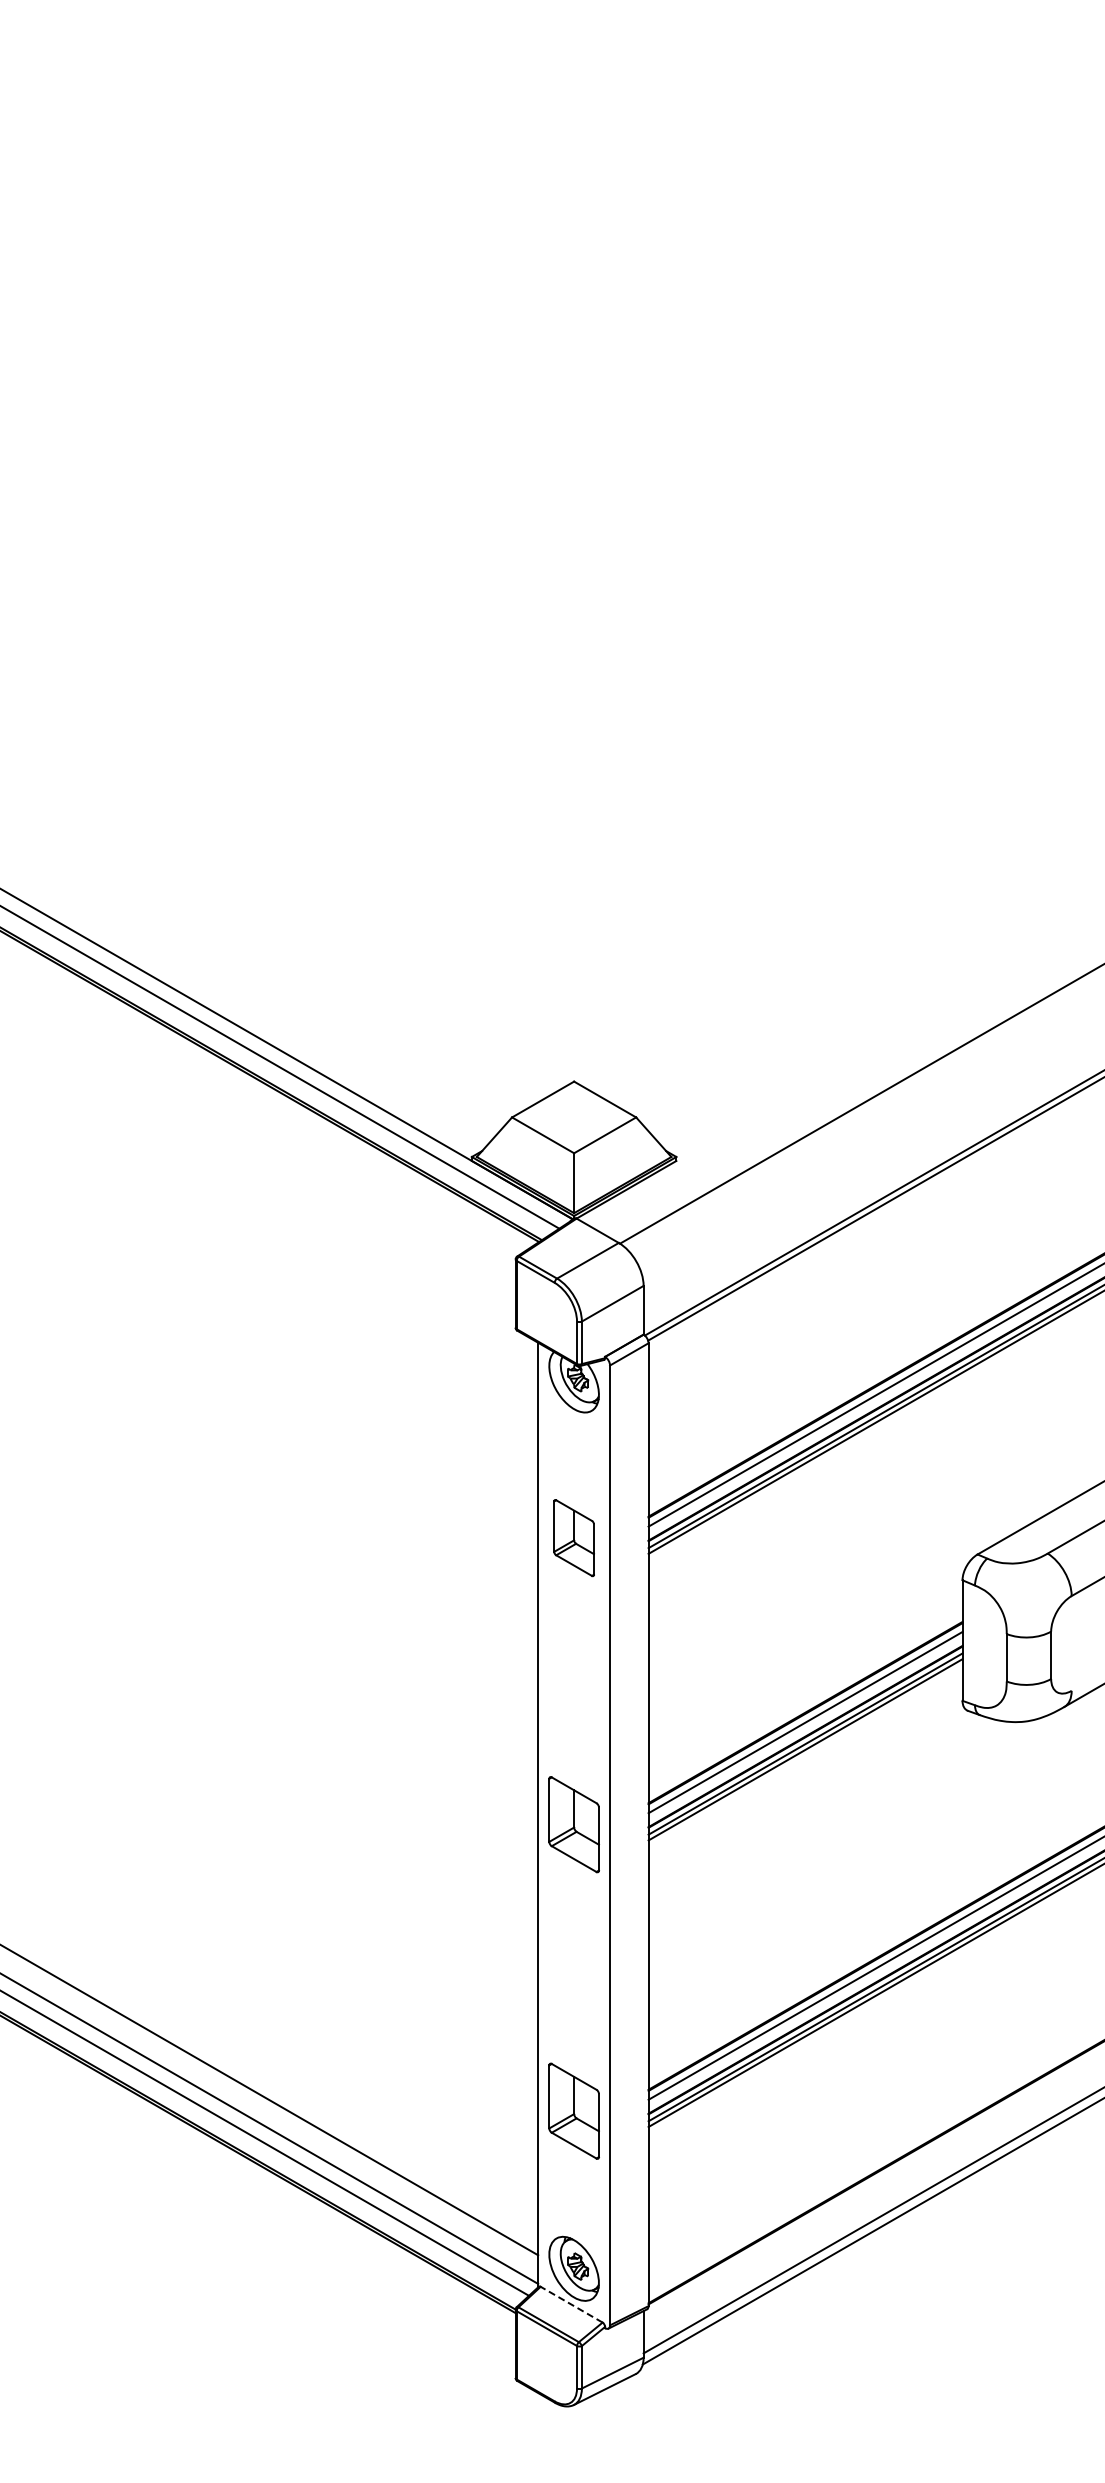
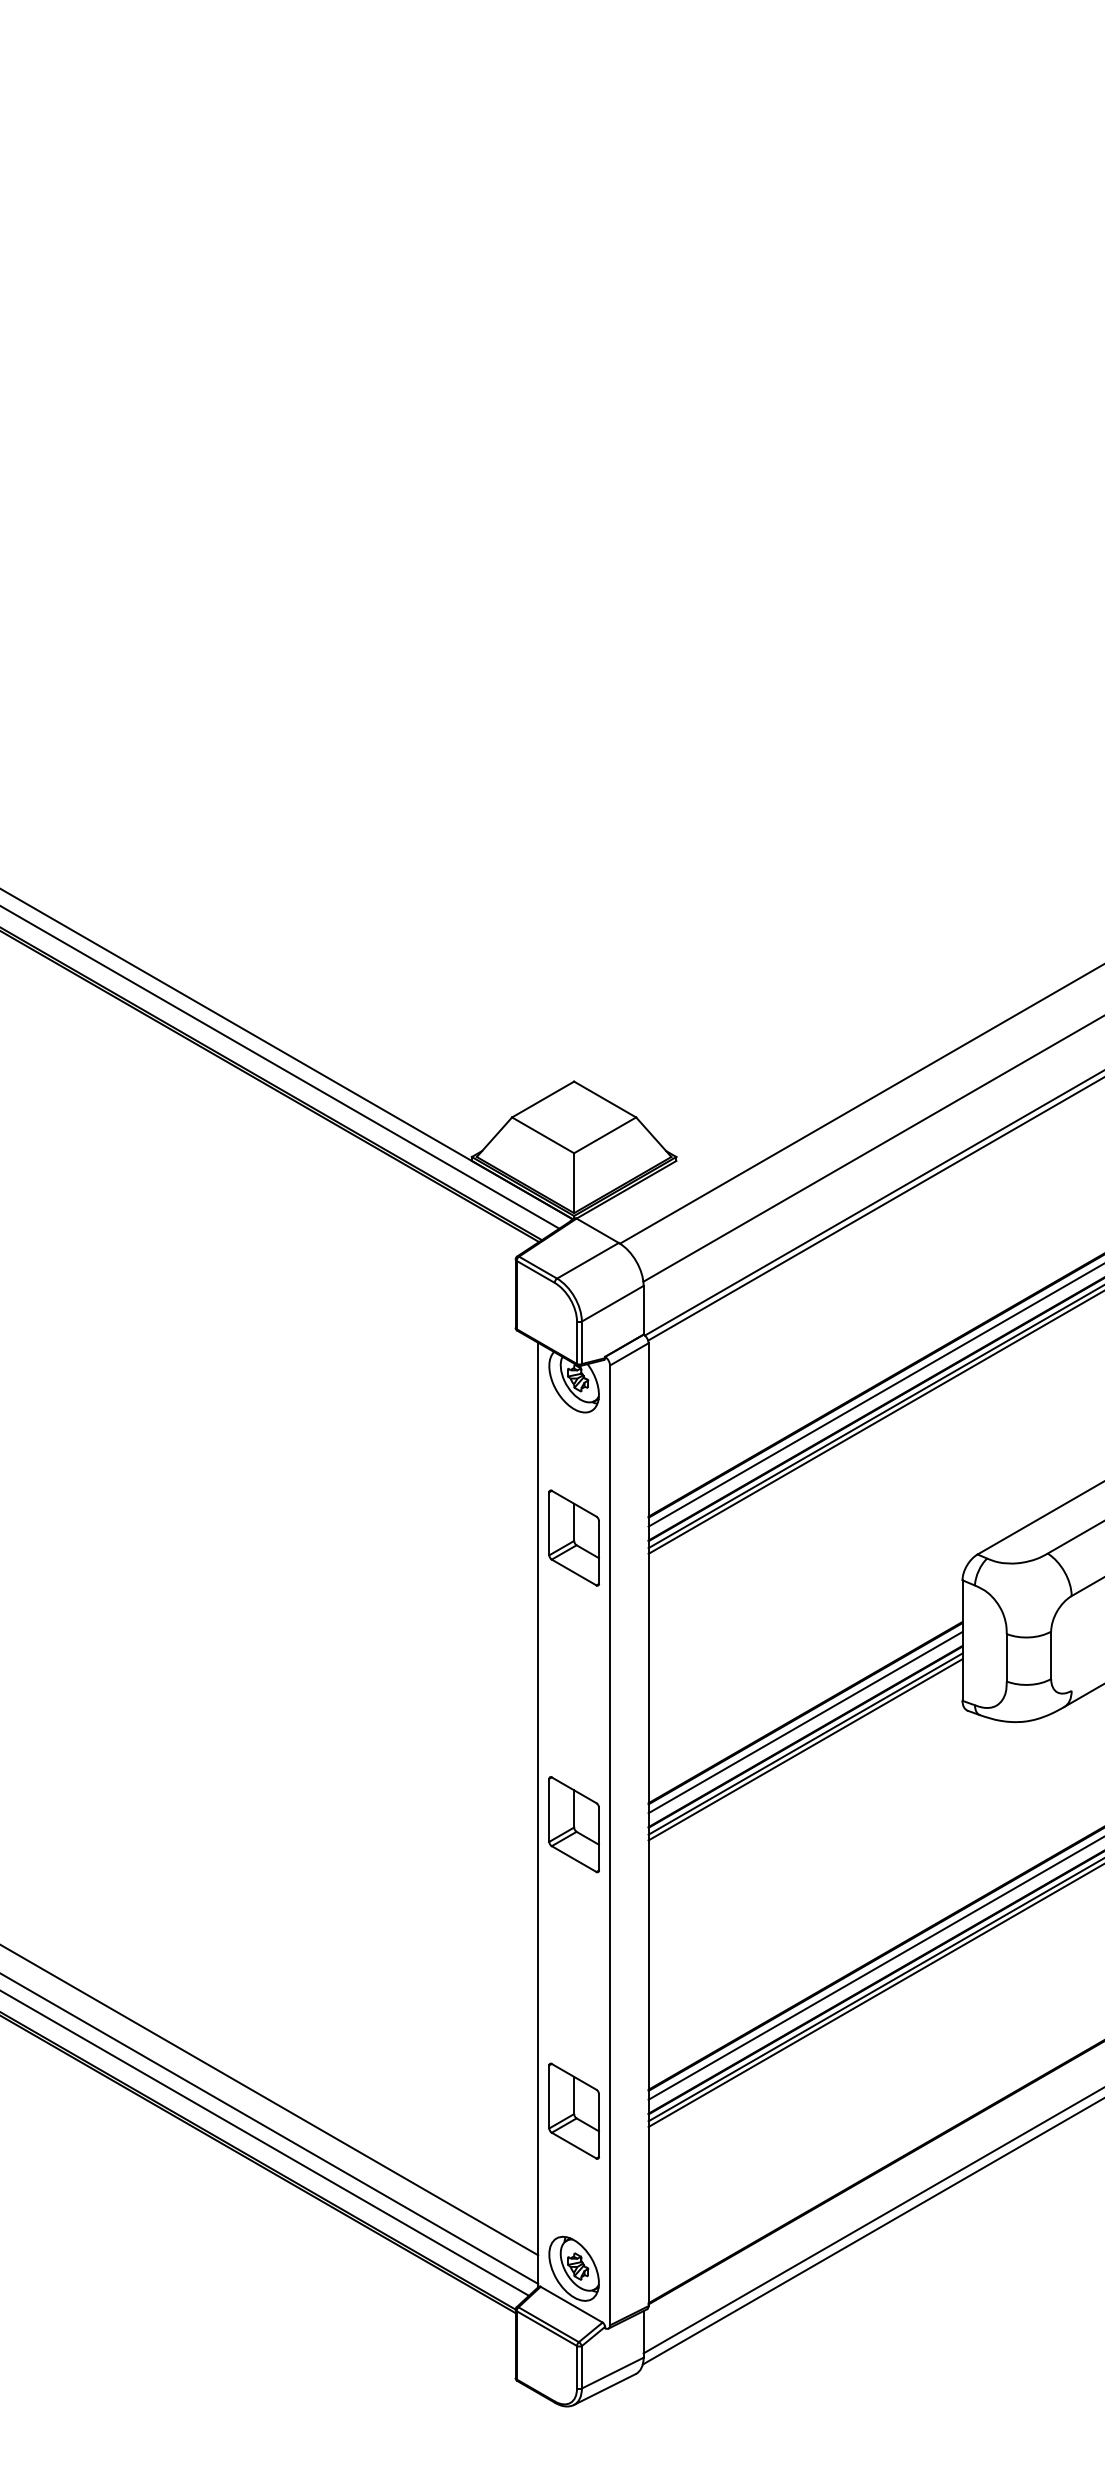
line at (872, 1149): none -> present
part at (573, 1538) size: 42x79 px -> 52x98 px
line at (571, 2304): dashed -> solid
